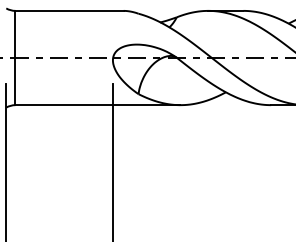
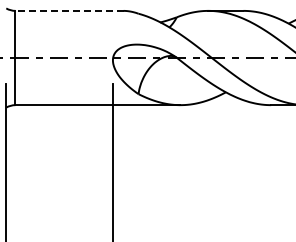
line at (69, 10): solid -> dashed
